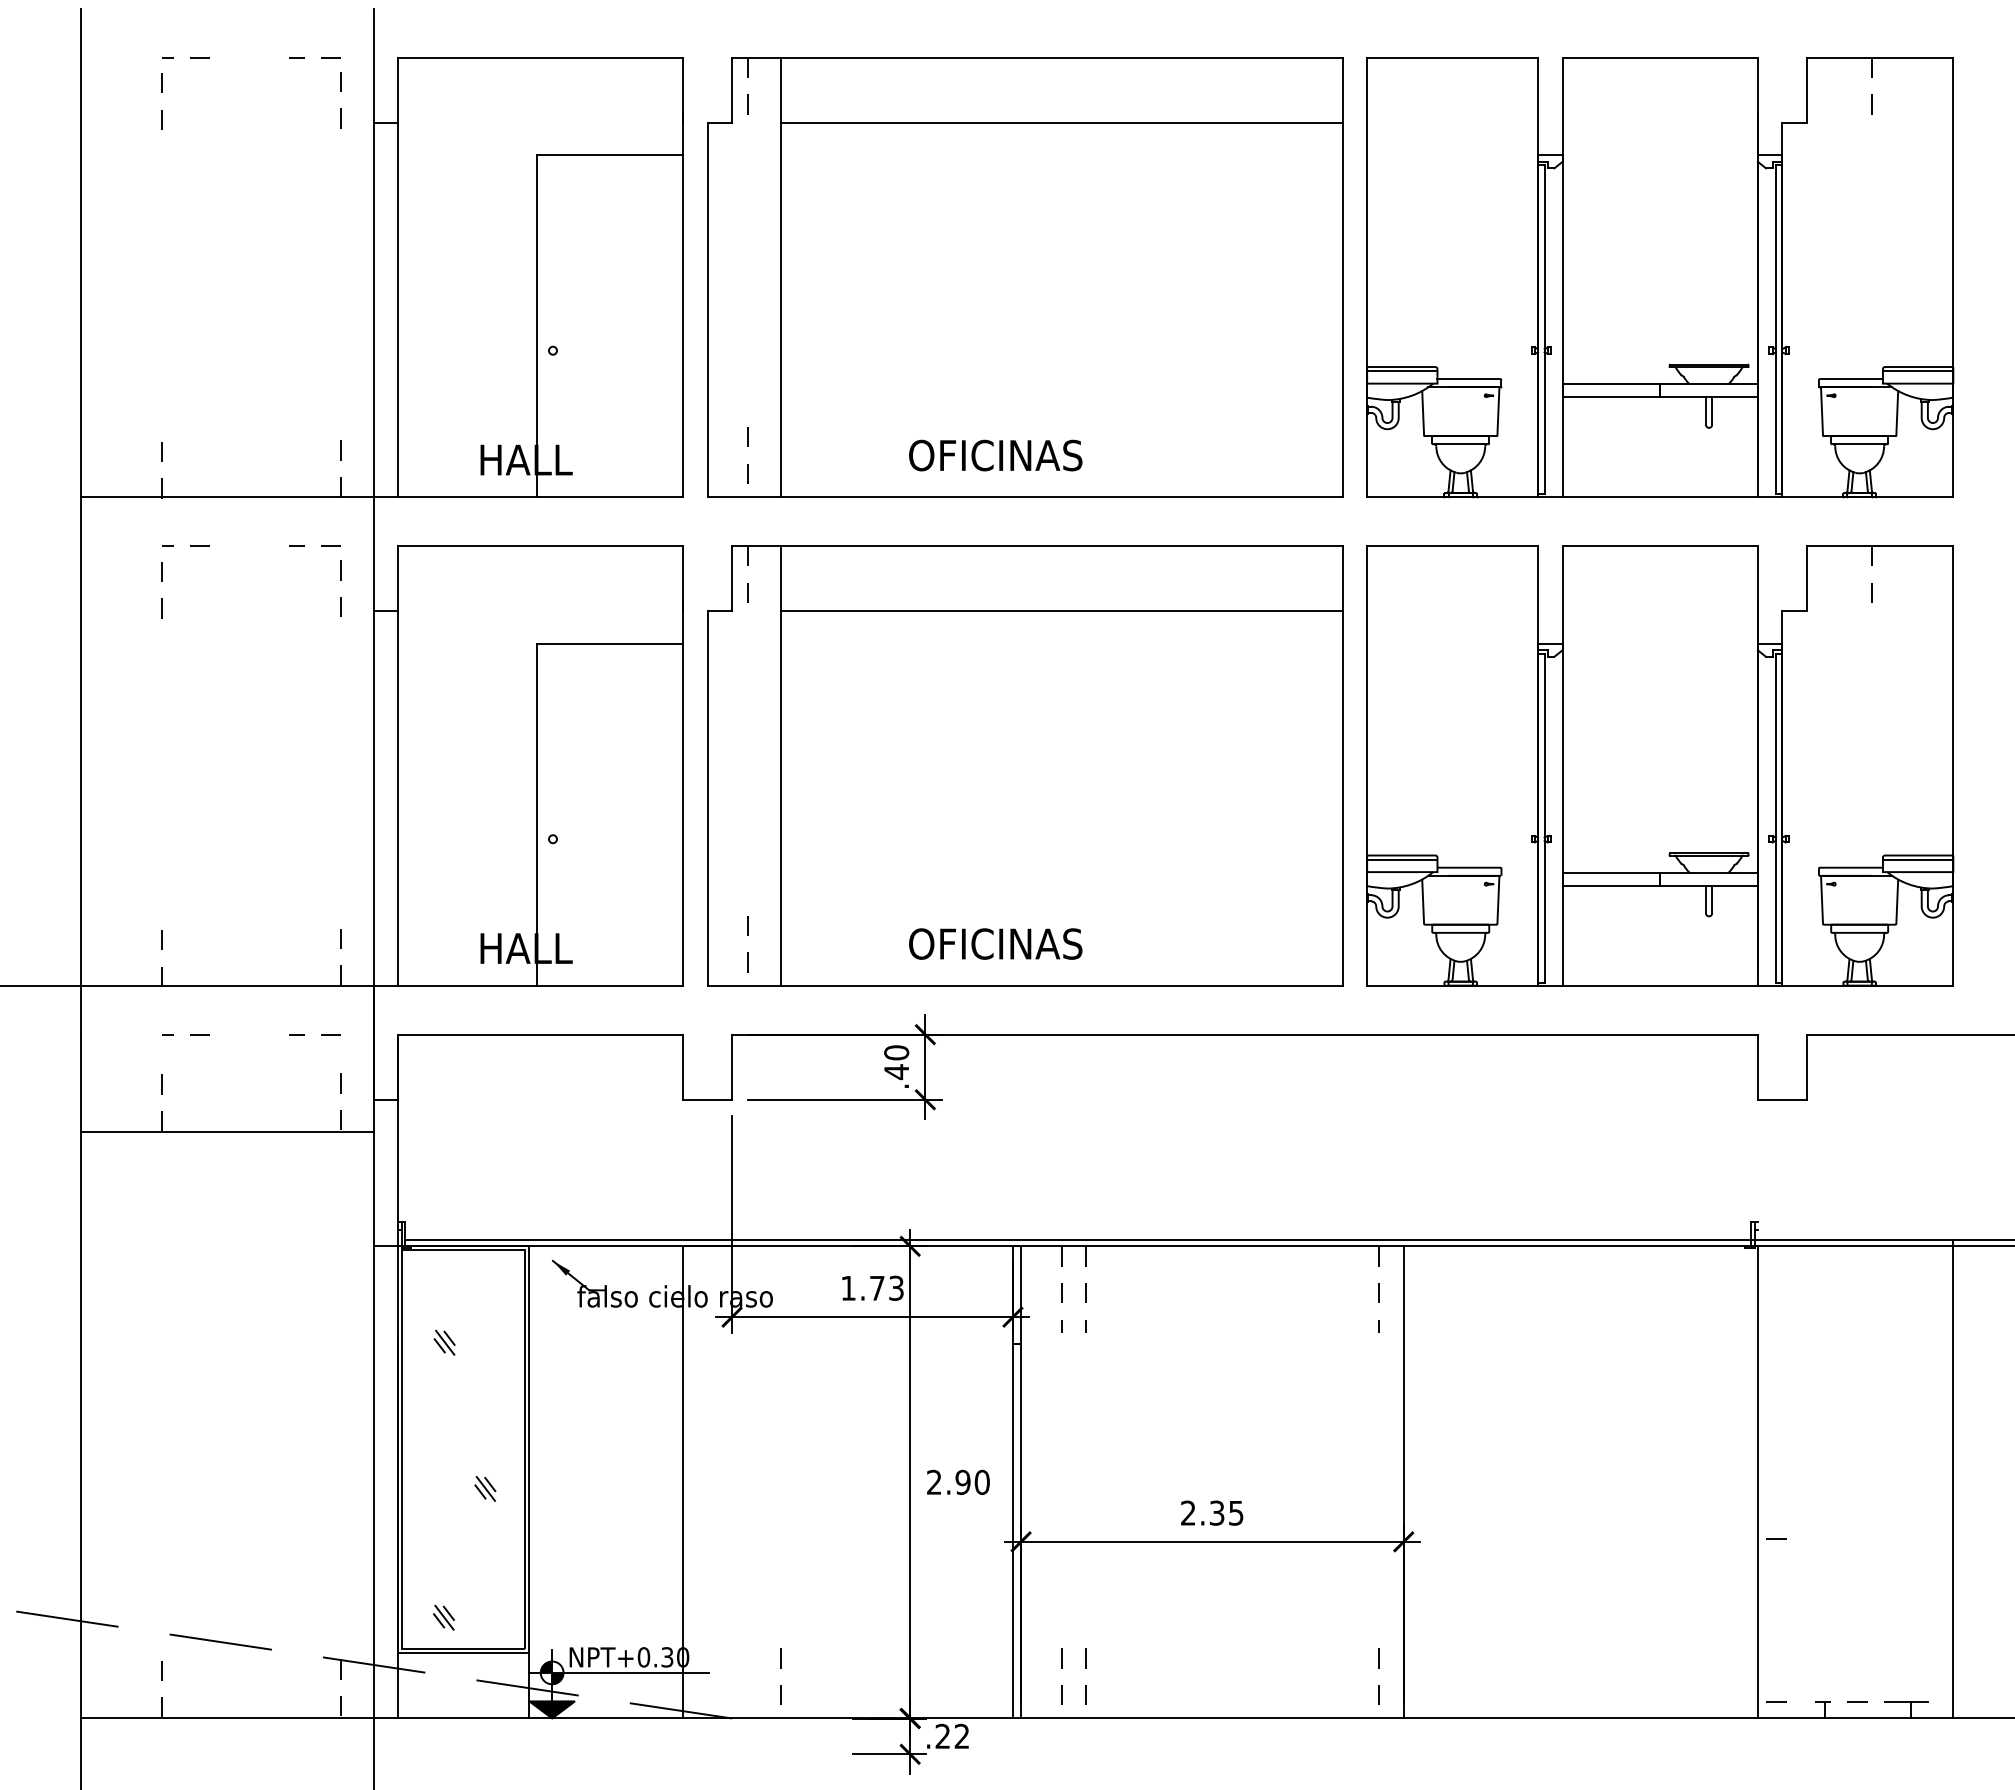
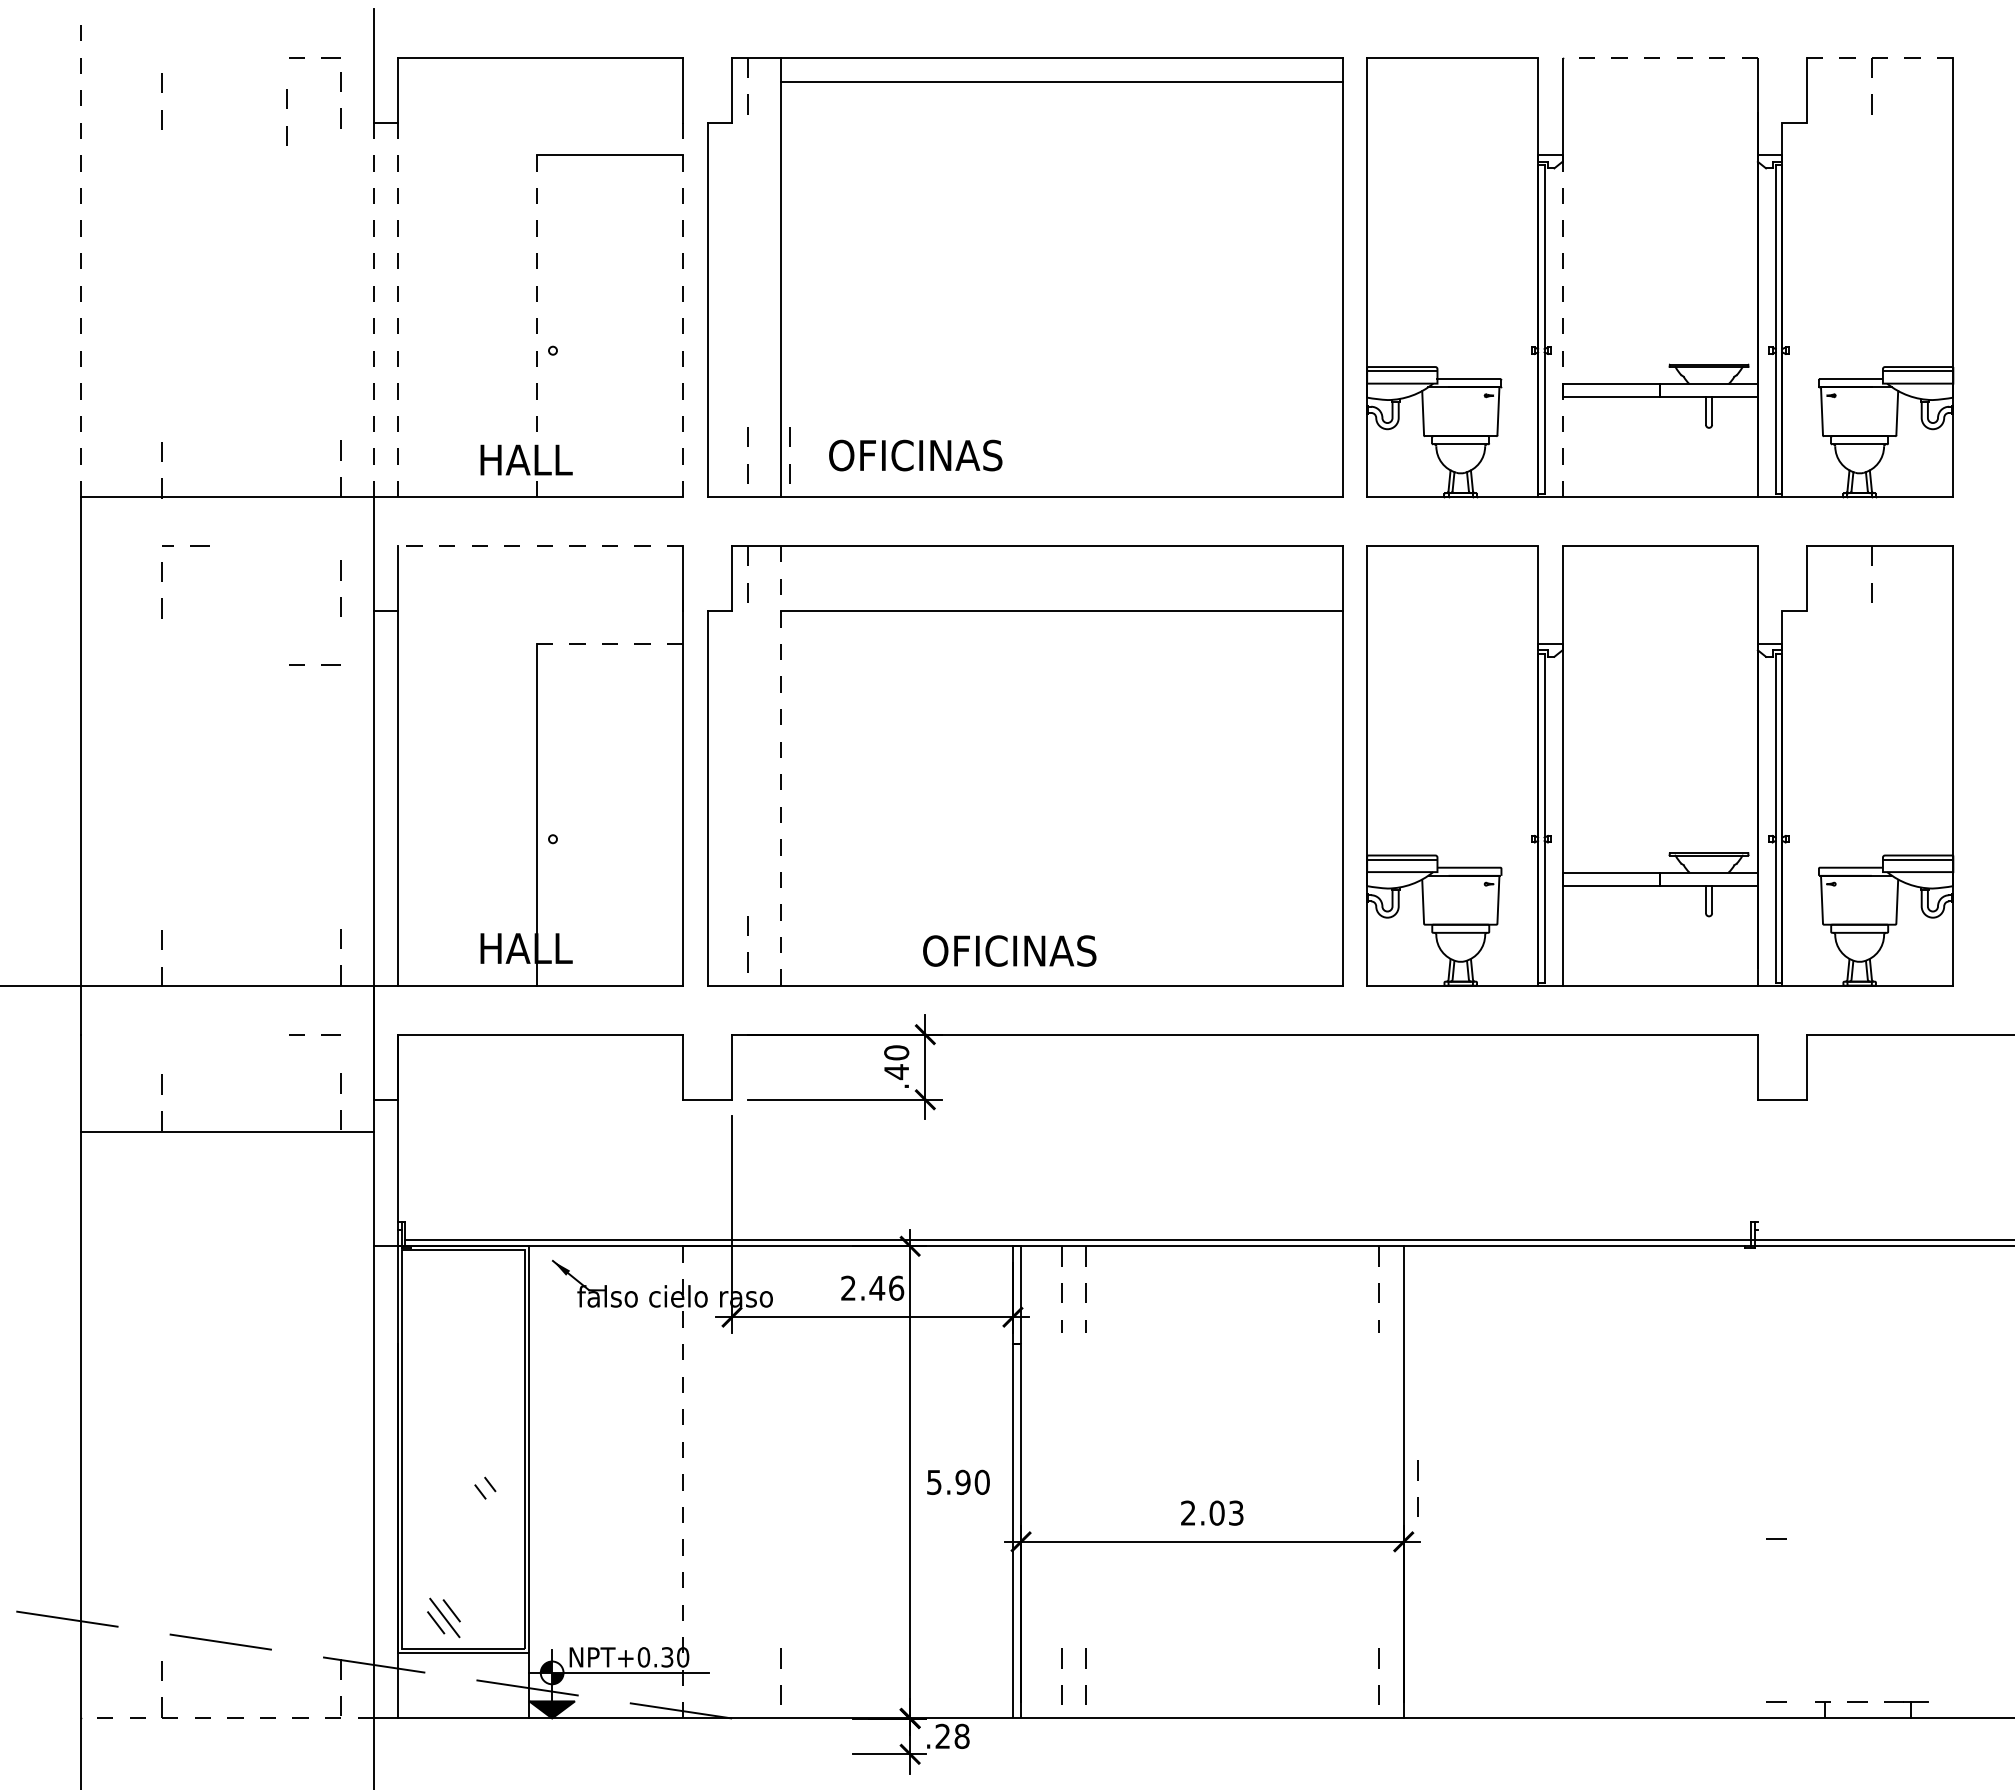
line at (190, 57): present -> none
line at (1660, 57): solid -> dashed
line at (1880, 57): solid -> dashed
line at (286, 108): none -> present
line at (1061, 122) position: (1061, 122) -> (1061, 81)
line at (80, 252): solid -> dashed
line at (683, 304): solid -> dashed
line at (373, 309): solid -> dashed
line at (398, 309): solid -> dashed
line at (536, 326): solid -> dashed
line at (1562, 326): solid -> dashed
line at (789, 446): none -> present
text at (995, 455) position: (995, 455) -> (915, 455)
line at (321, 545) position: (321, 545) -> (321, 664)
line at (540, 546): solid -> dashed
line at (610, 643): solid -> dashed
line at (780, 765): solid -> dashed
text at (995, 943) position: (995, 943) -> (1009, 950)
line at (190, 1034): present -> none
text at (872, 1287): 1.73 -> 2.46
part at (444, 1342): present -> none
line at (1953, 1478): present -> none
line at (1417, 1480): none -> present
text at (934, 1481): 2.90 -> 5.90
line at (683, 1482): solid -> dashed
line at (1757, 1482): present -> none
line at (485, 1488): present -> none
text at (1226, 1512): 2.35 -> 2.03
part at (443, 1617) size: 22x27 px -> 34x42 px
line at (227, 1718): solid -> dashed
text at (961, 1735): .22 -> .28
